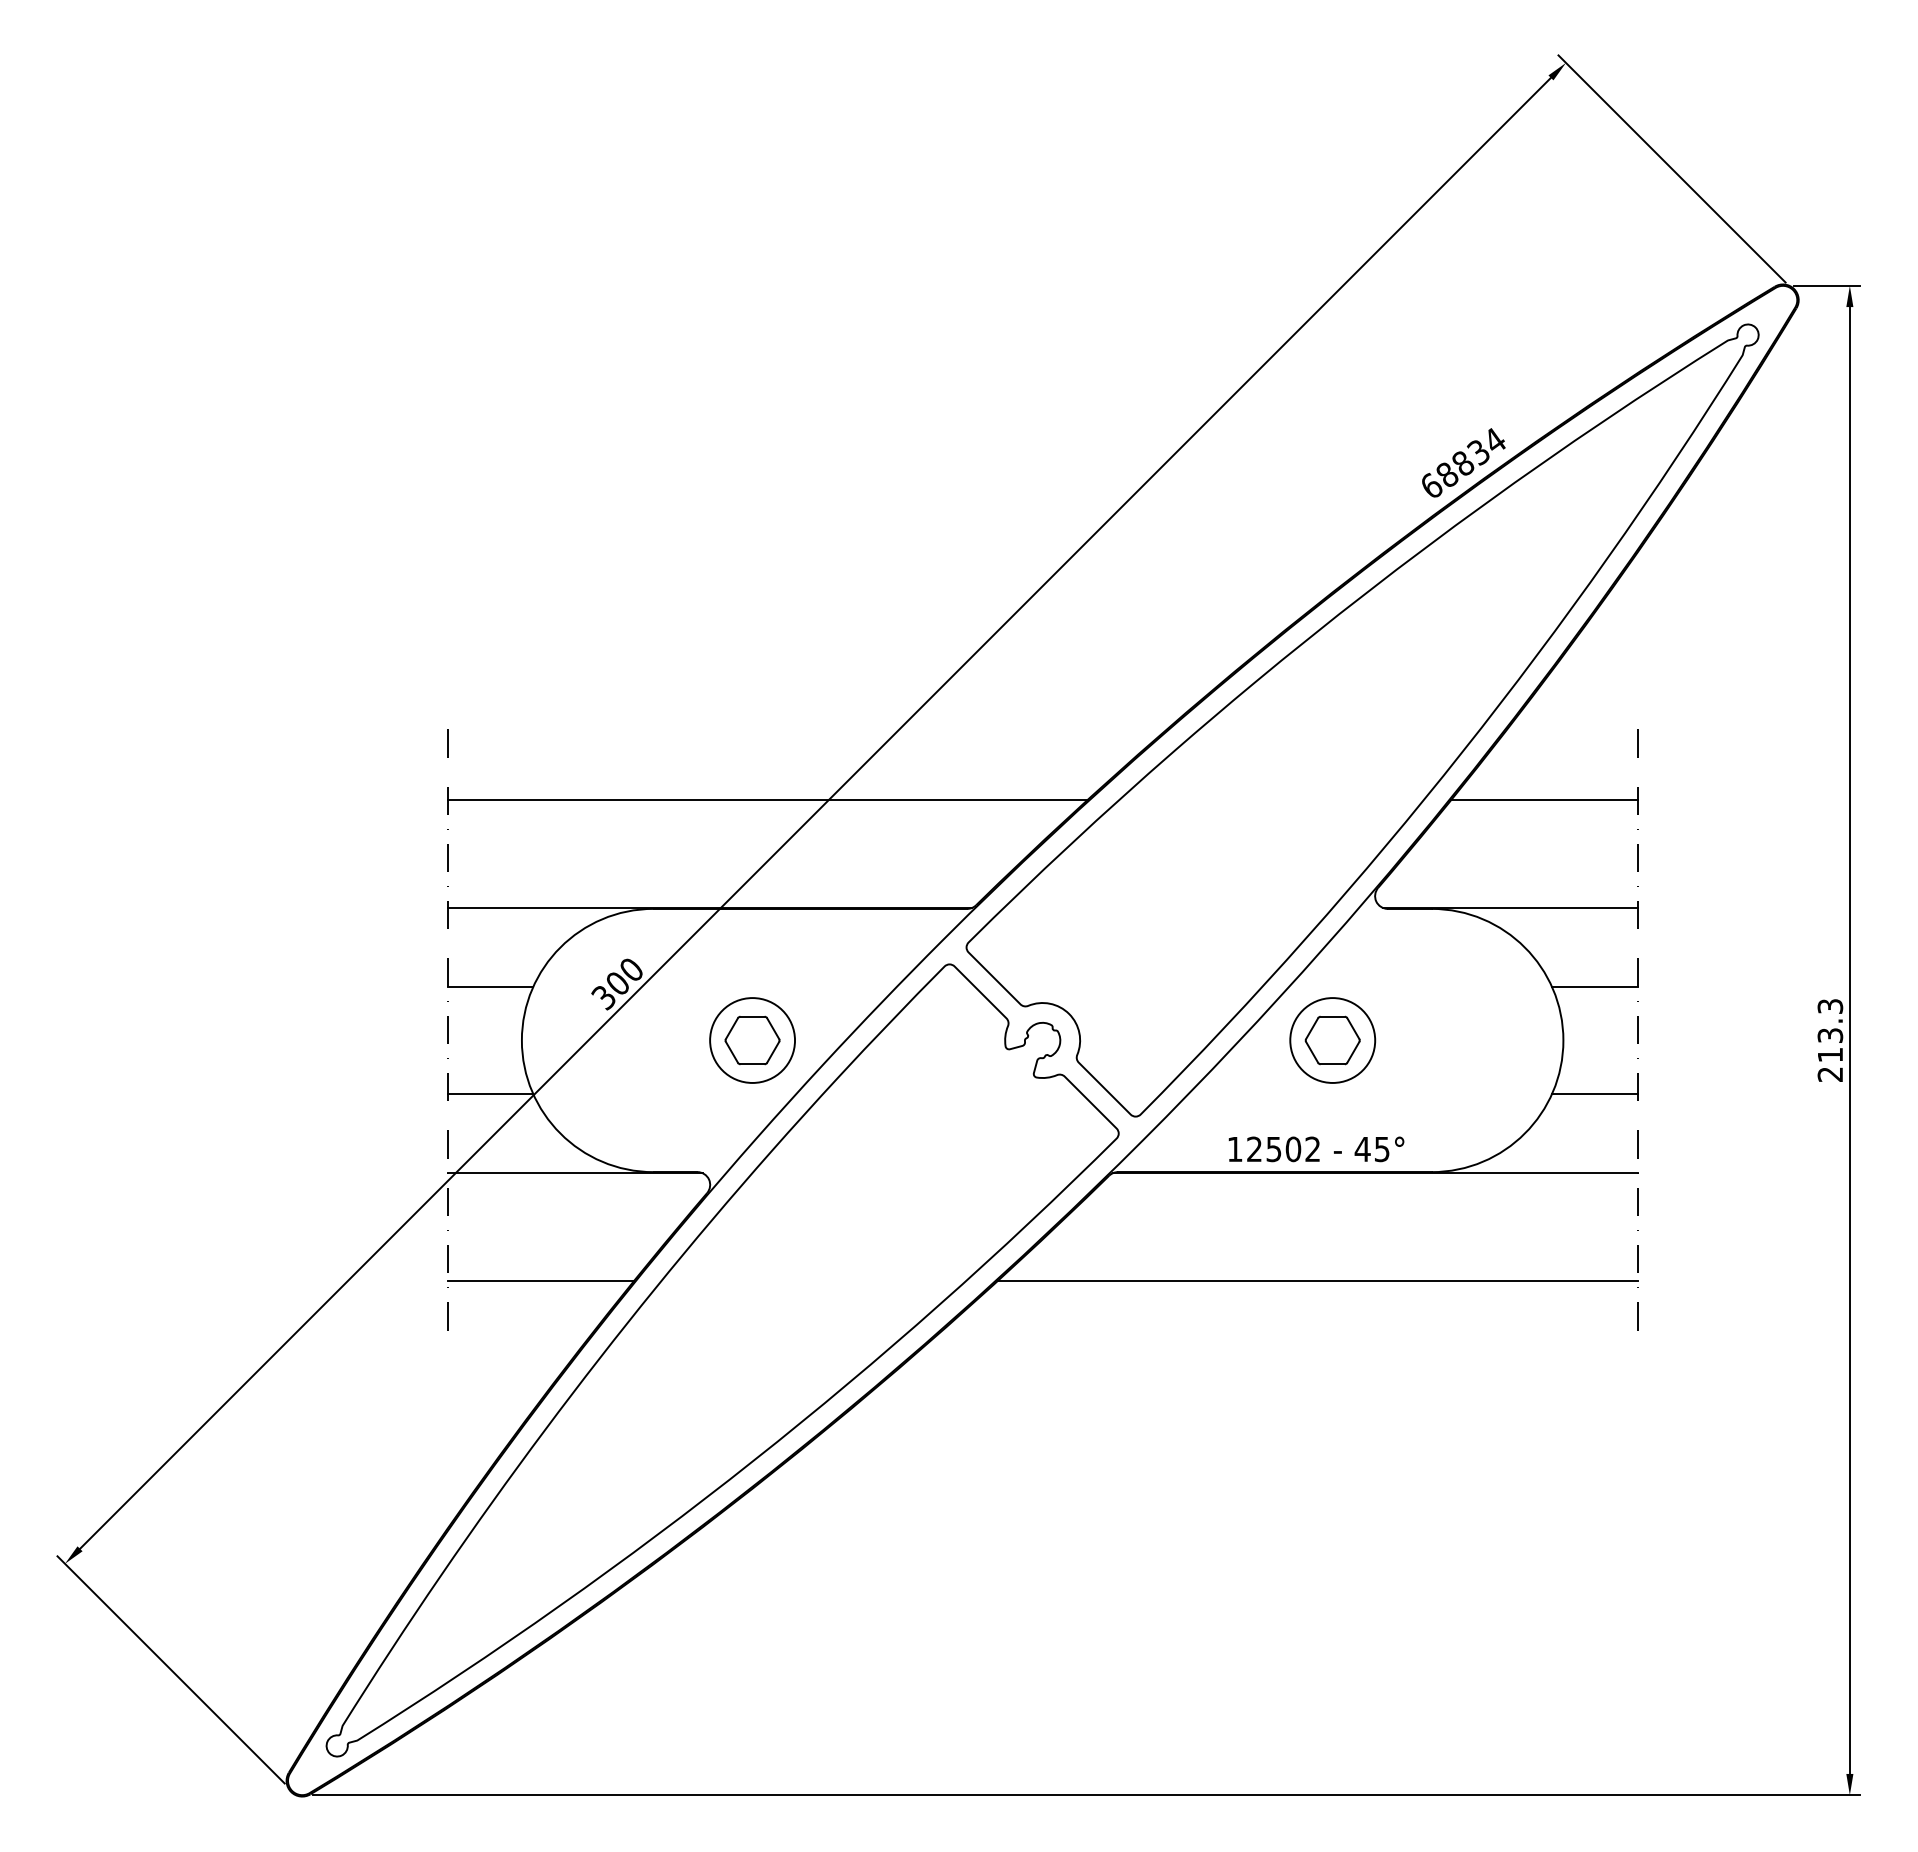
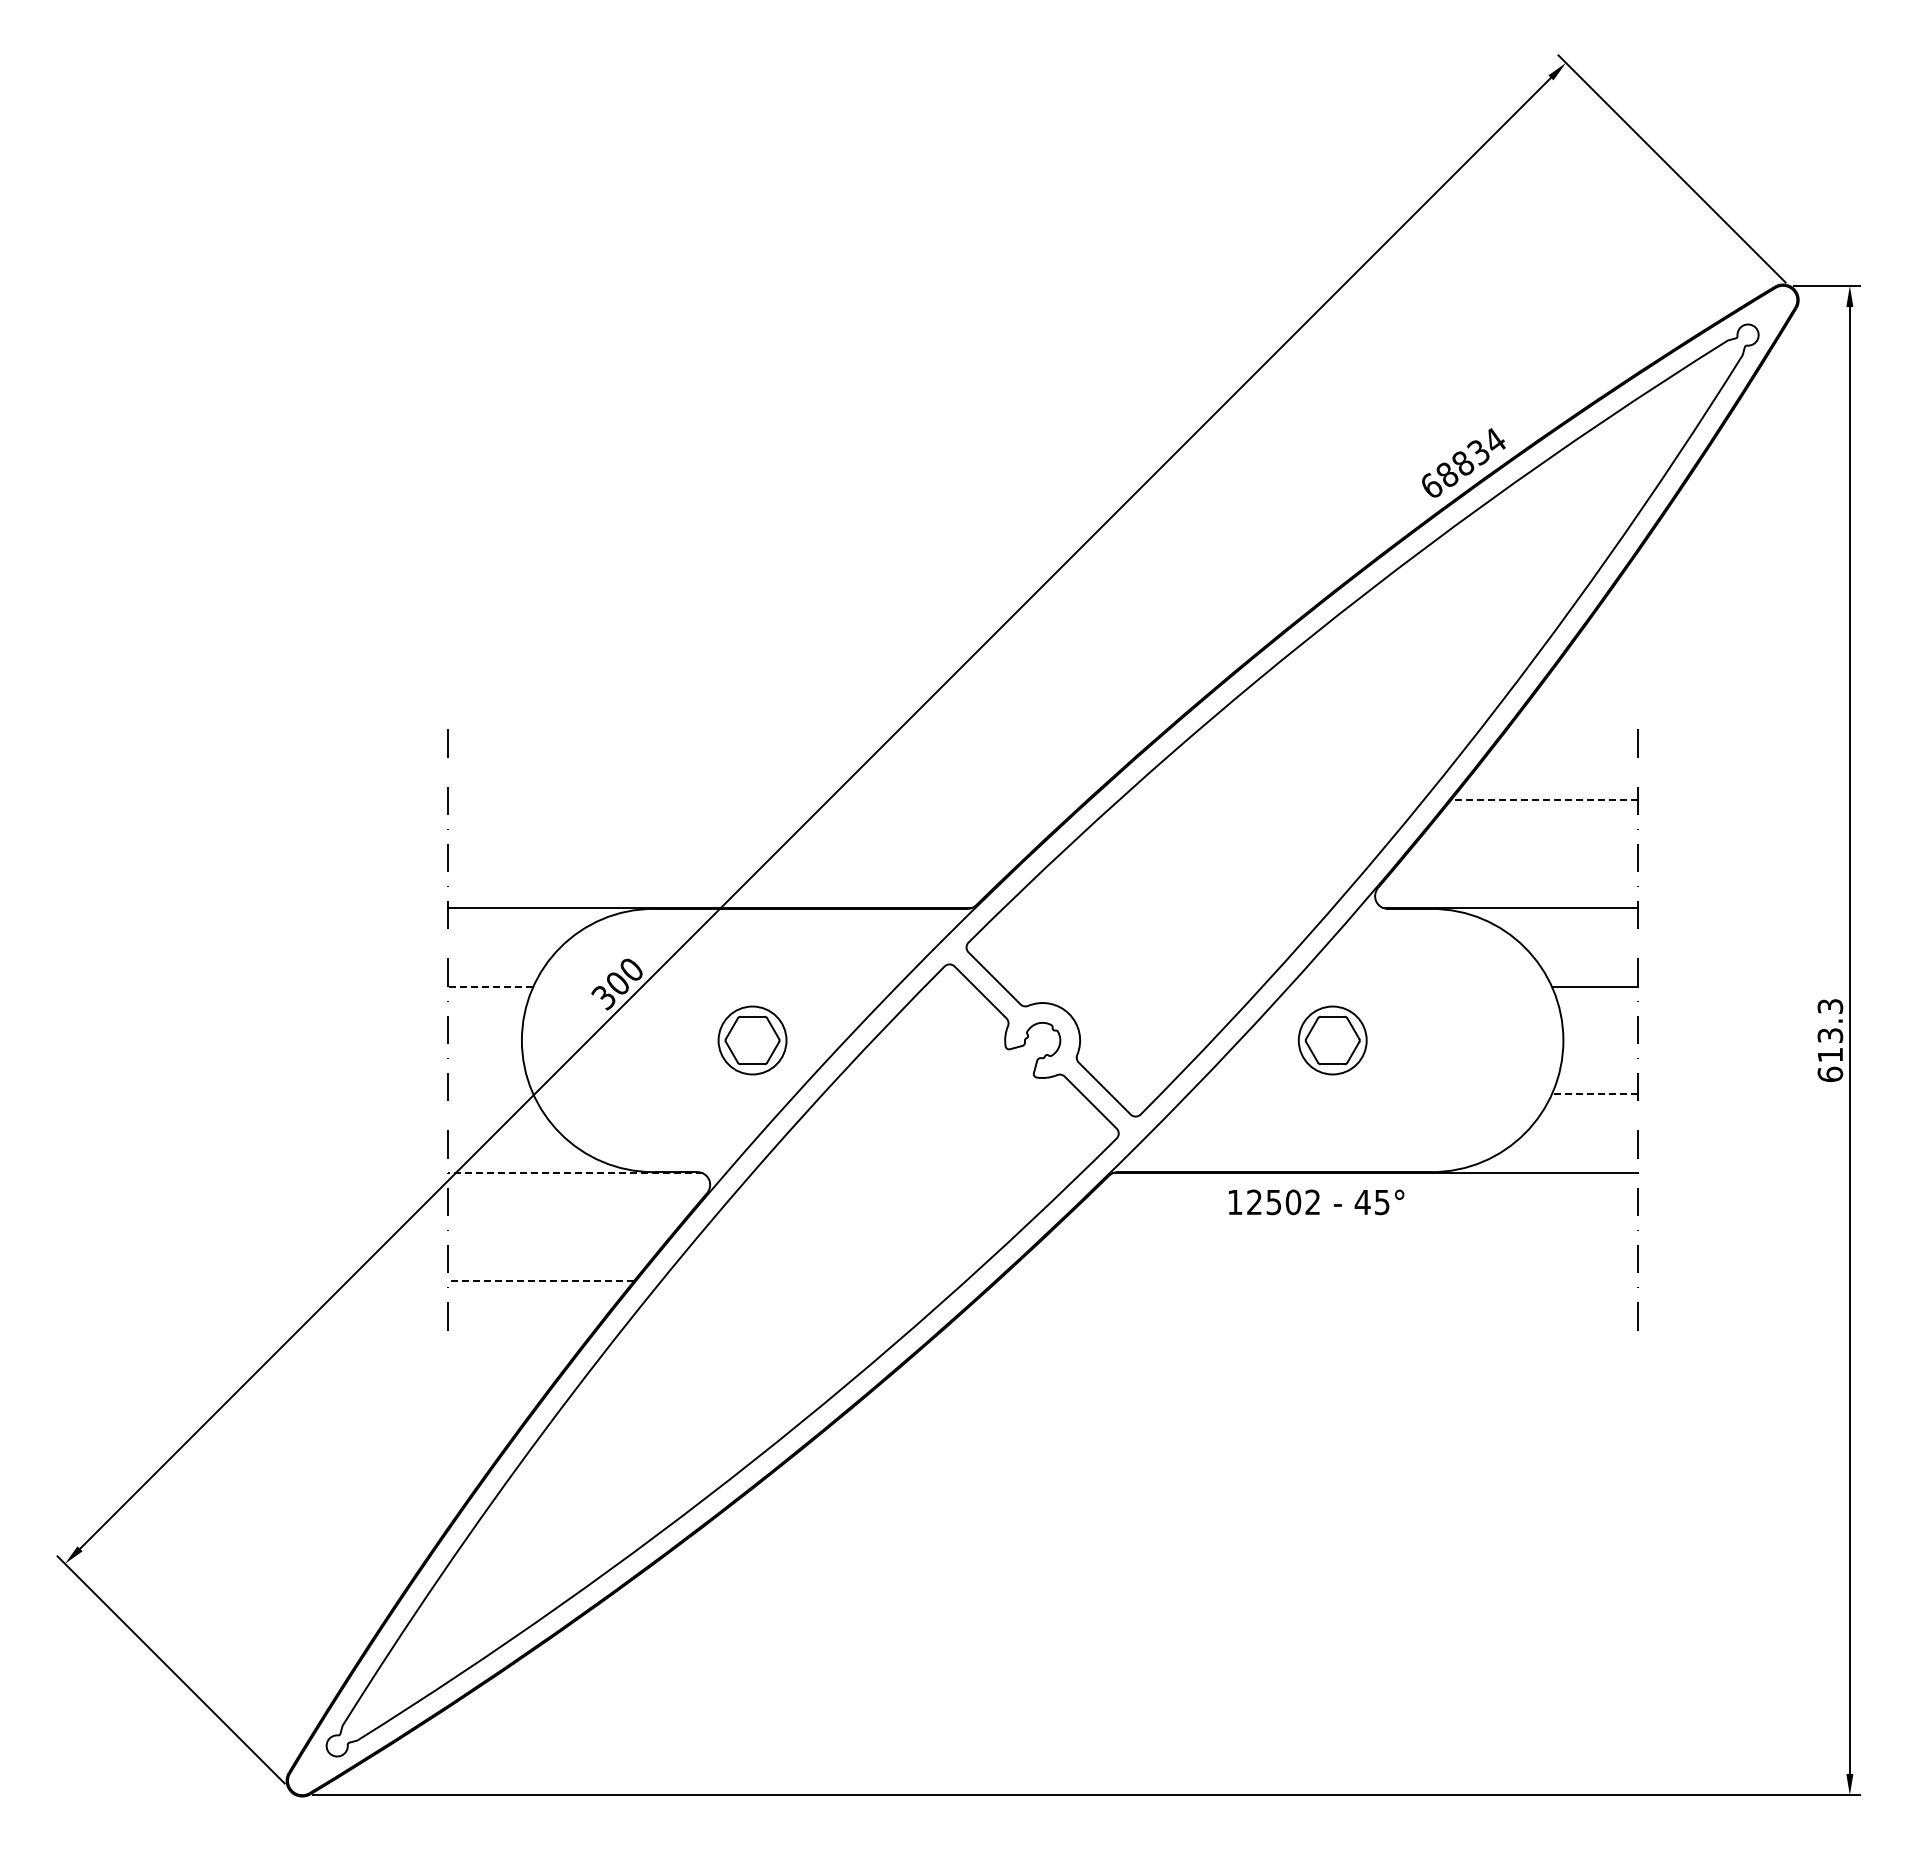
line at (767, 799): present -> none
line at (1543, 799): solid -> dashed
line at (490, 987): solid -> dashed
circle at (752, 1040) diameter: 85 px -> 68 px
circle at (1332, 1040) diameter: 85 px -> 68 px
text at (1830, 1073): 213.3 -> 613.3
line at (490, 1093): present -> none
line at (1594, 1093): solid -> dashed
text at (1316, 1149) position: (1316, 1149) -> (1316, 1202)
line at (574, 1173): solid -> dashed
line at (540, 1281): solid -> dashed
line at (1317, 1281): present -> none
